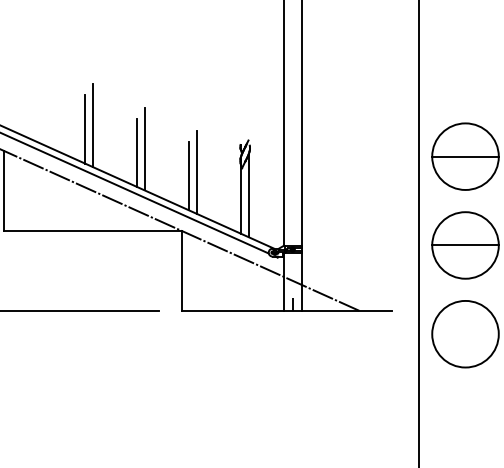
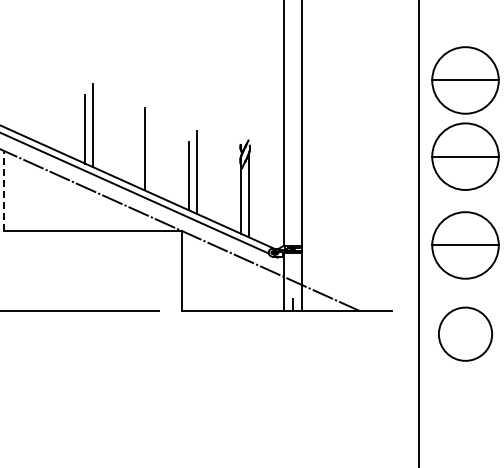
part at (465, 80): none -> present
line at (137, 152): present -> none
line at (4, 190): solid -> dashed
circle at (465, 333) diameter: 67 px -> 53 px
